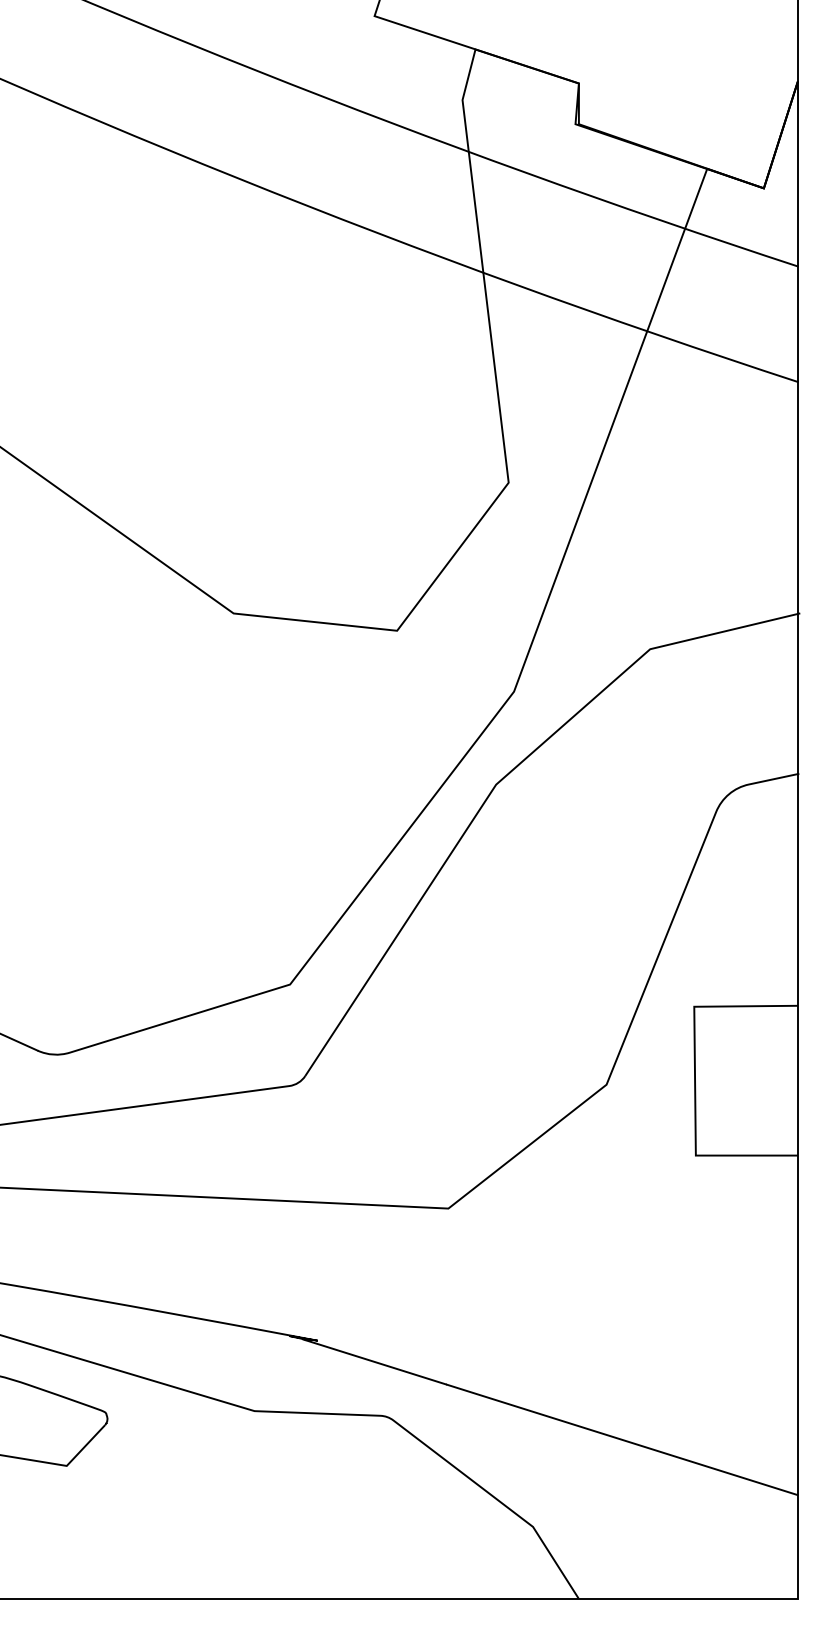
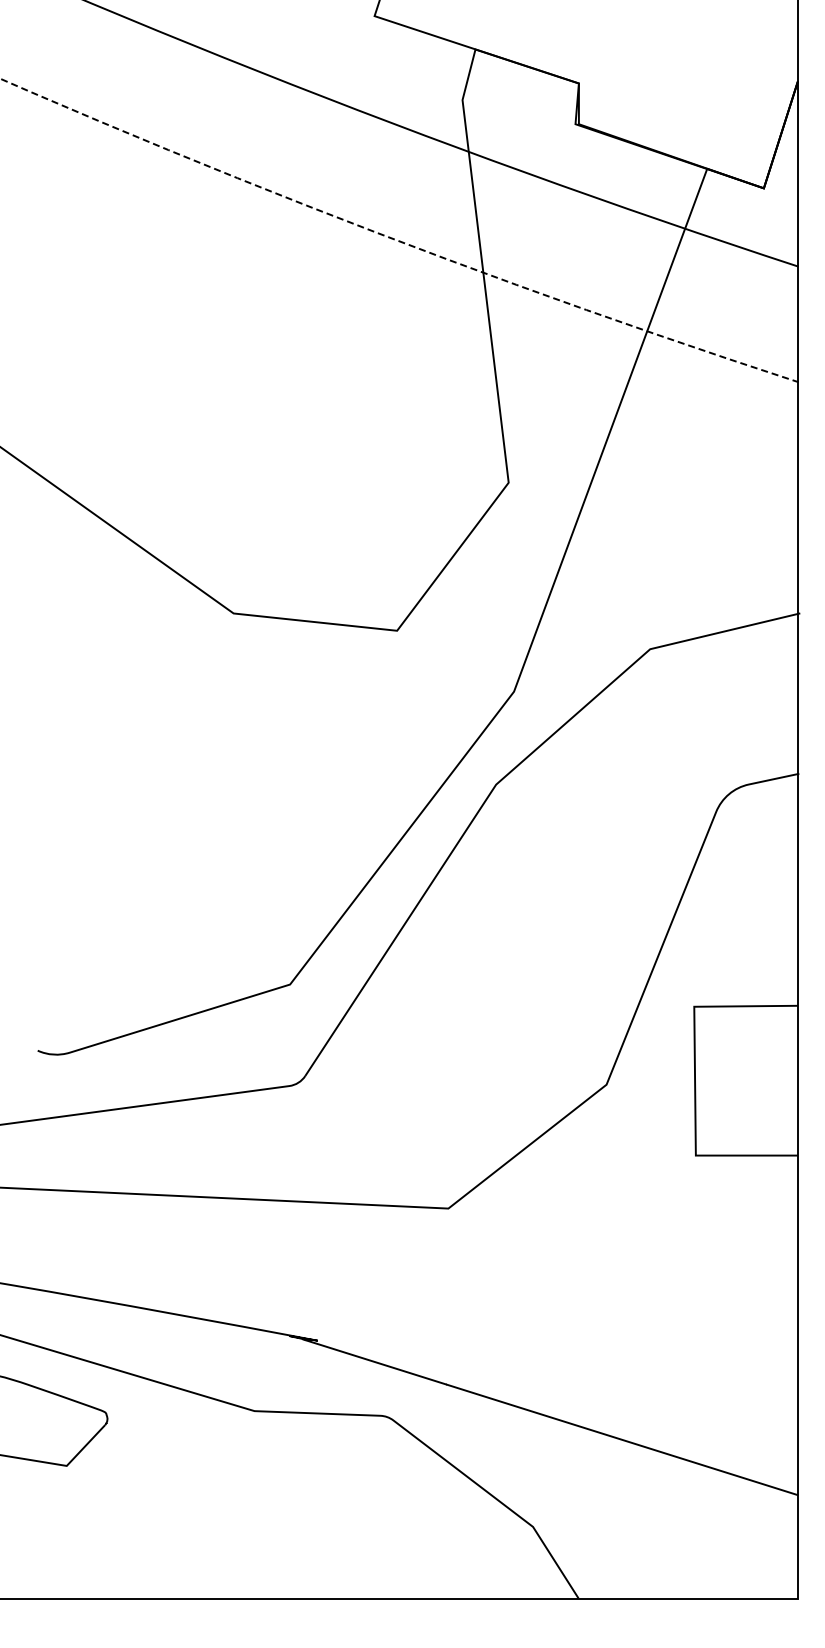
arc at (395, 240): solid -> dashed
line at (19, 1042): present -> none
